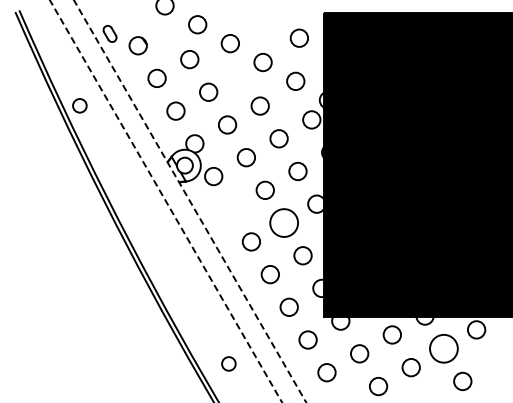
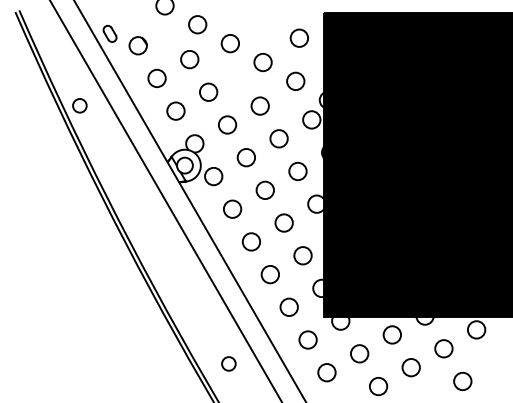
line at (189, 200): dashed -> solid
line at (166, 201): dashed -> solid
circle at (232, 208): none -> present
circle at (284, 222) diameter: 28 px -> 17 px
circle at (443, 348) diameter: 28 px -> 17 px
